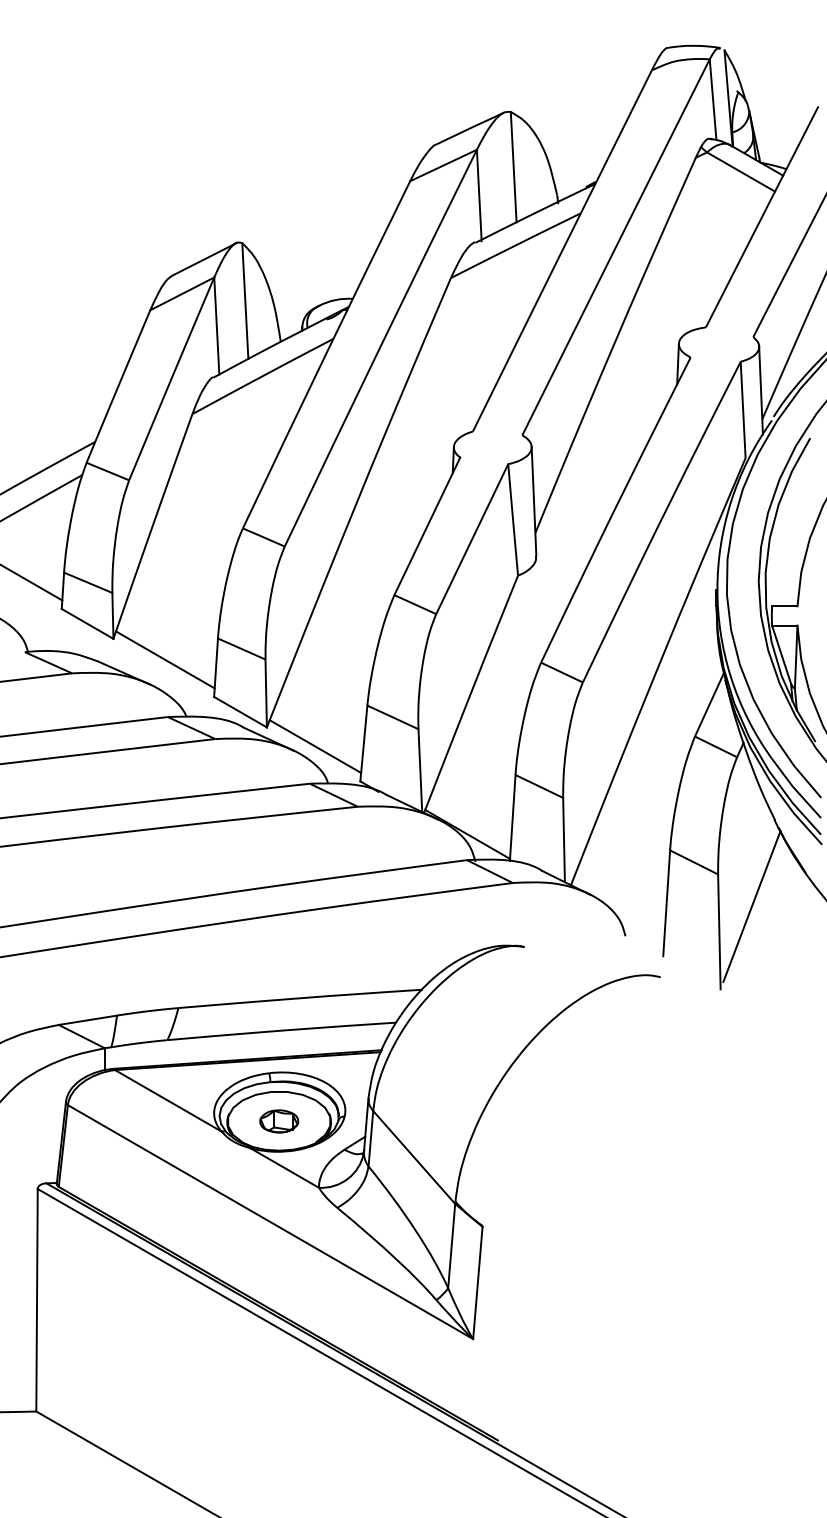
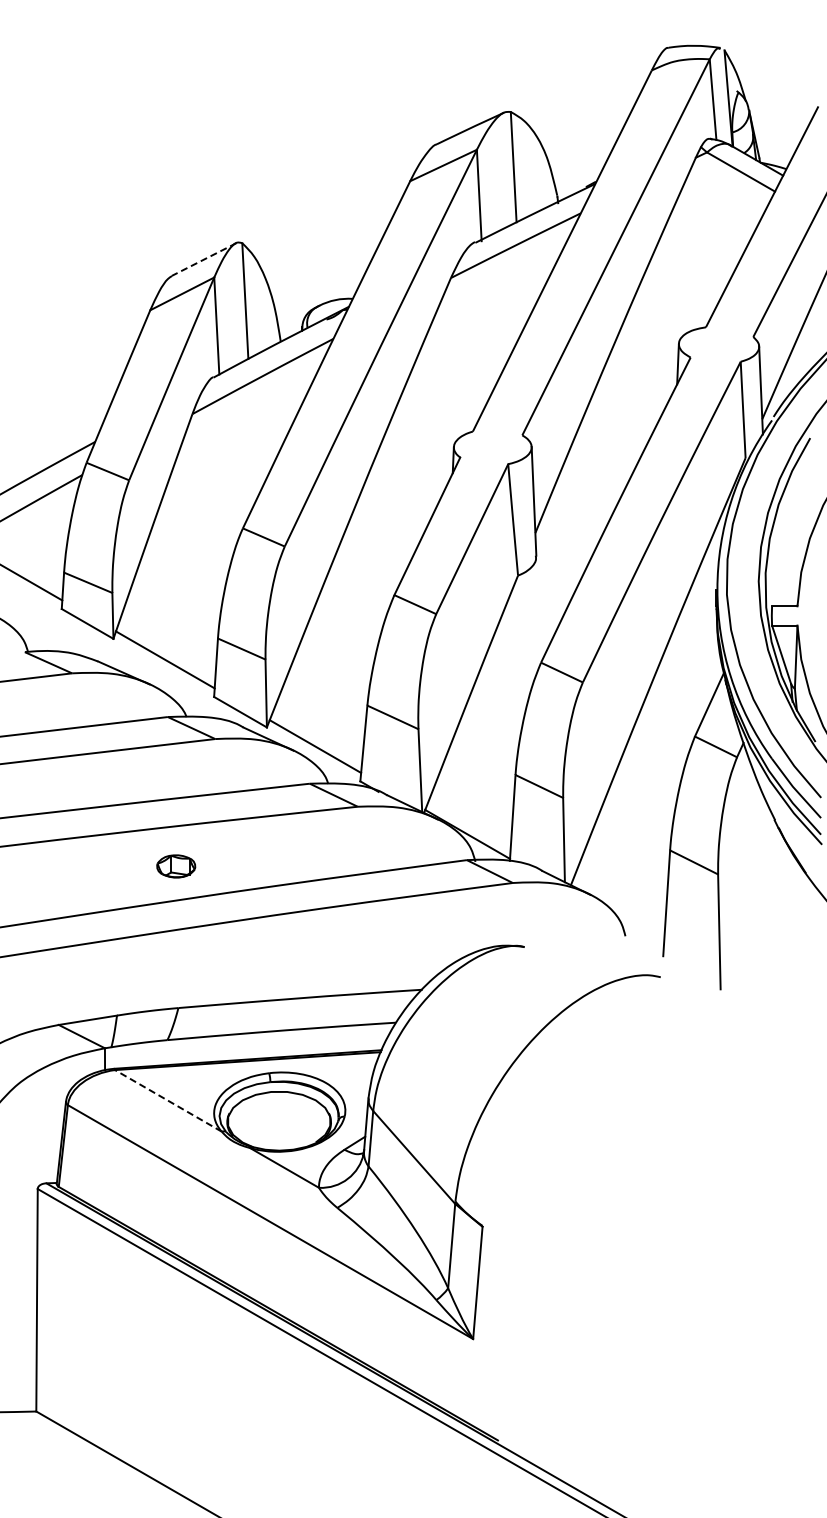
line at (203, 259): solid -> dashed
line at (751, 906): present -> none
line at (168, 1100): solid -> dashed
part at (279, 1121) position: (279, 1121) -> (176, 866)
